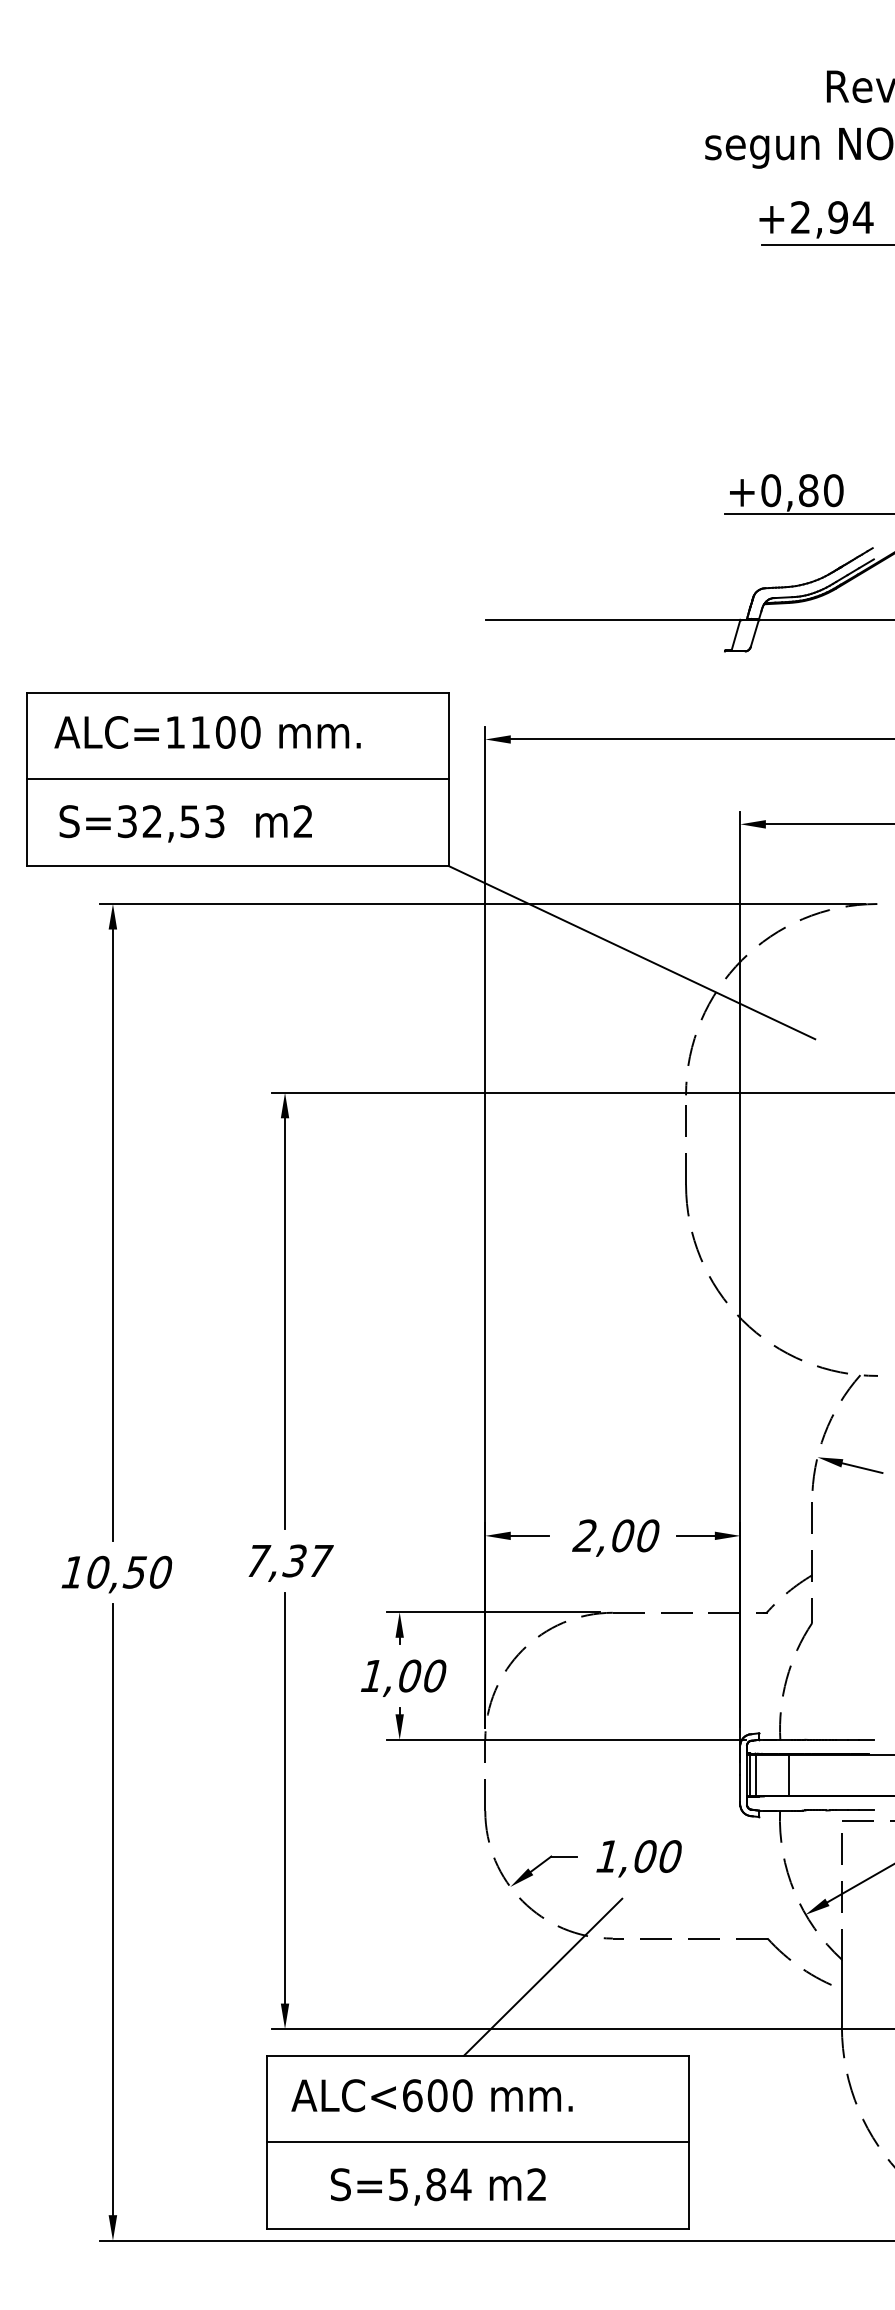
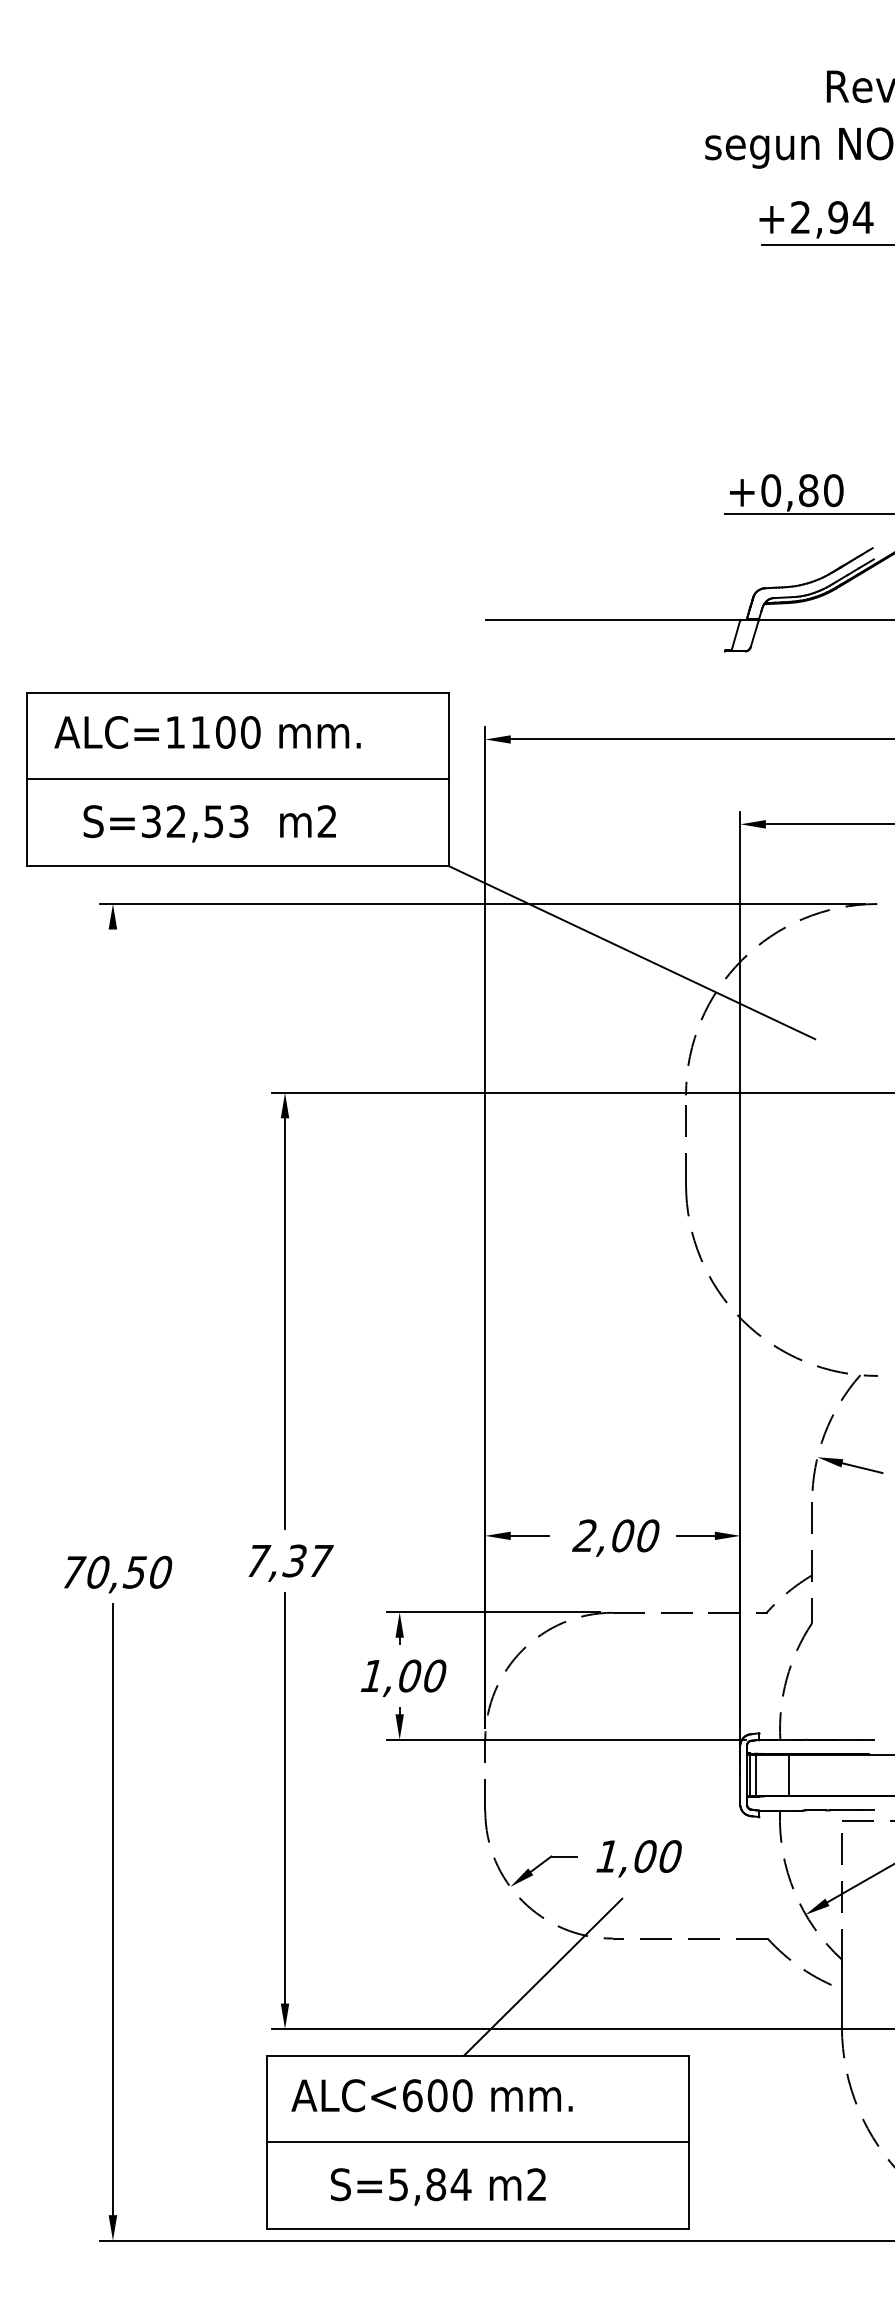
text at (185, 823) position: (185, 823) -> (209, 823)
line at (112, 1234): present -> none
text at (73, 1572): 10,50 -> 70,50
